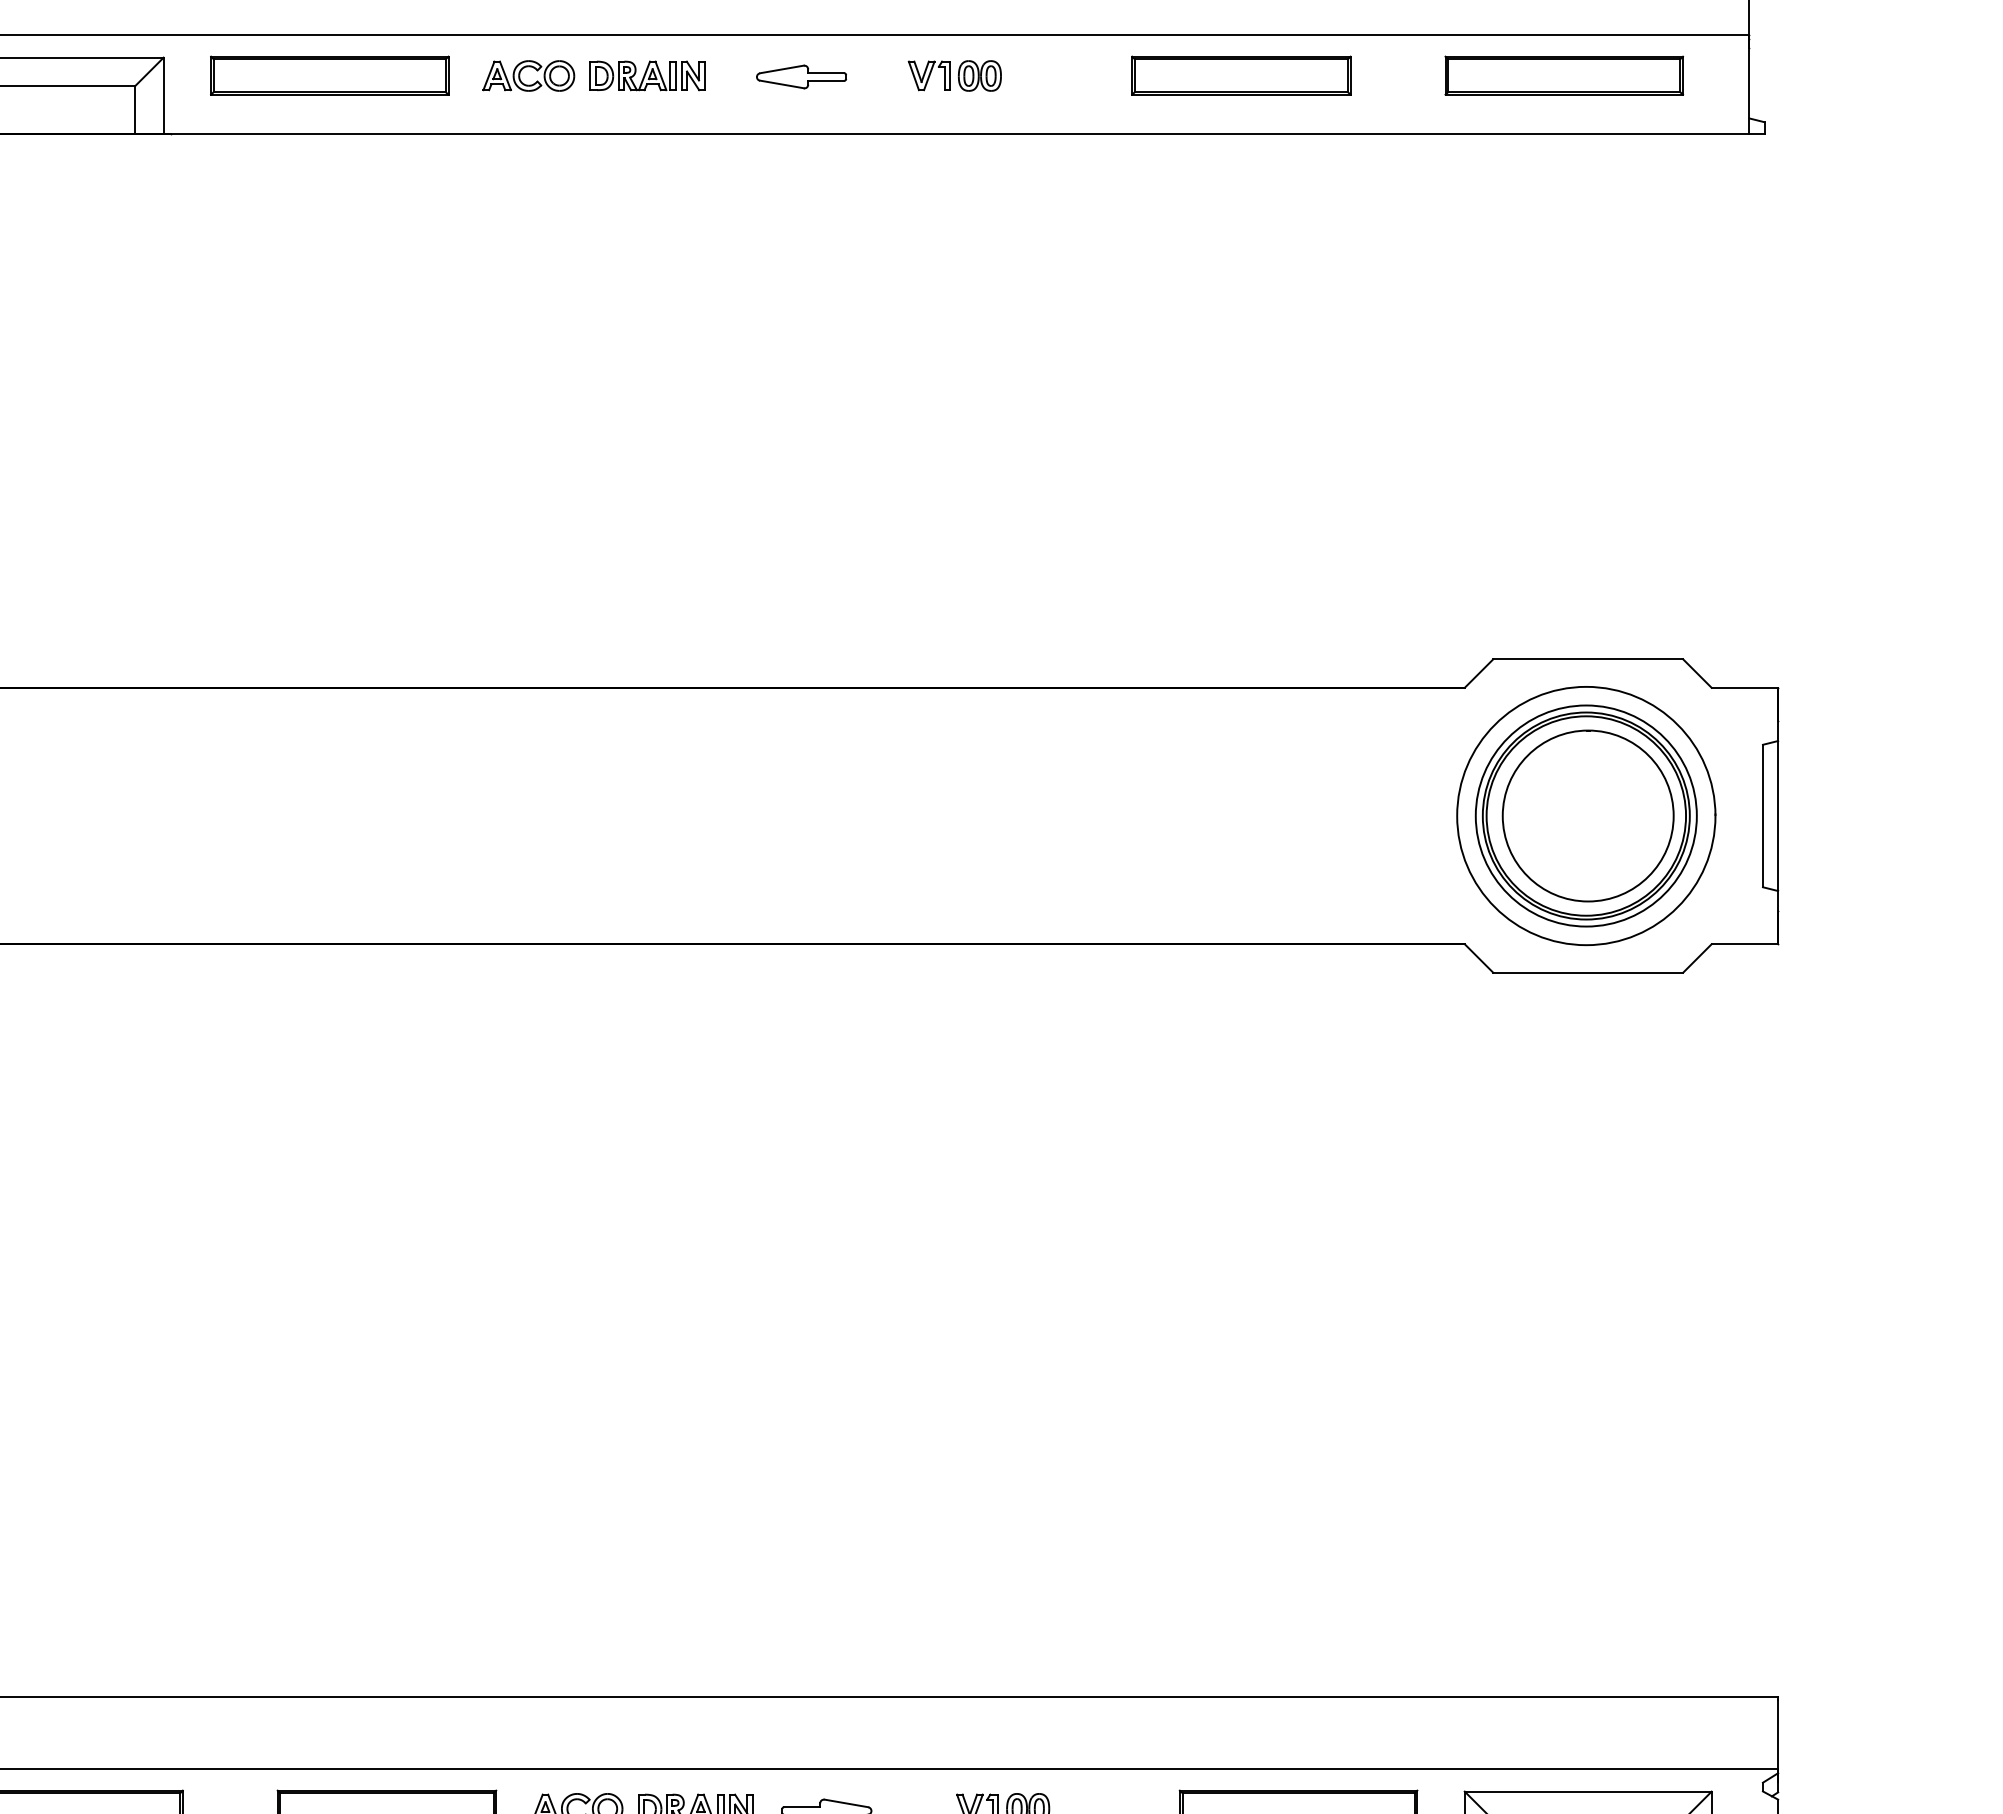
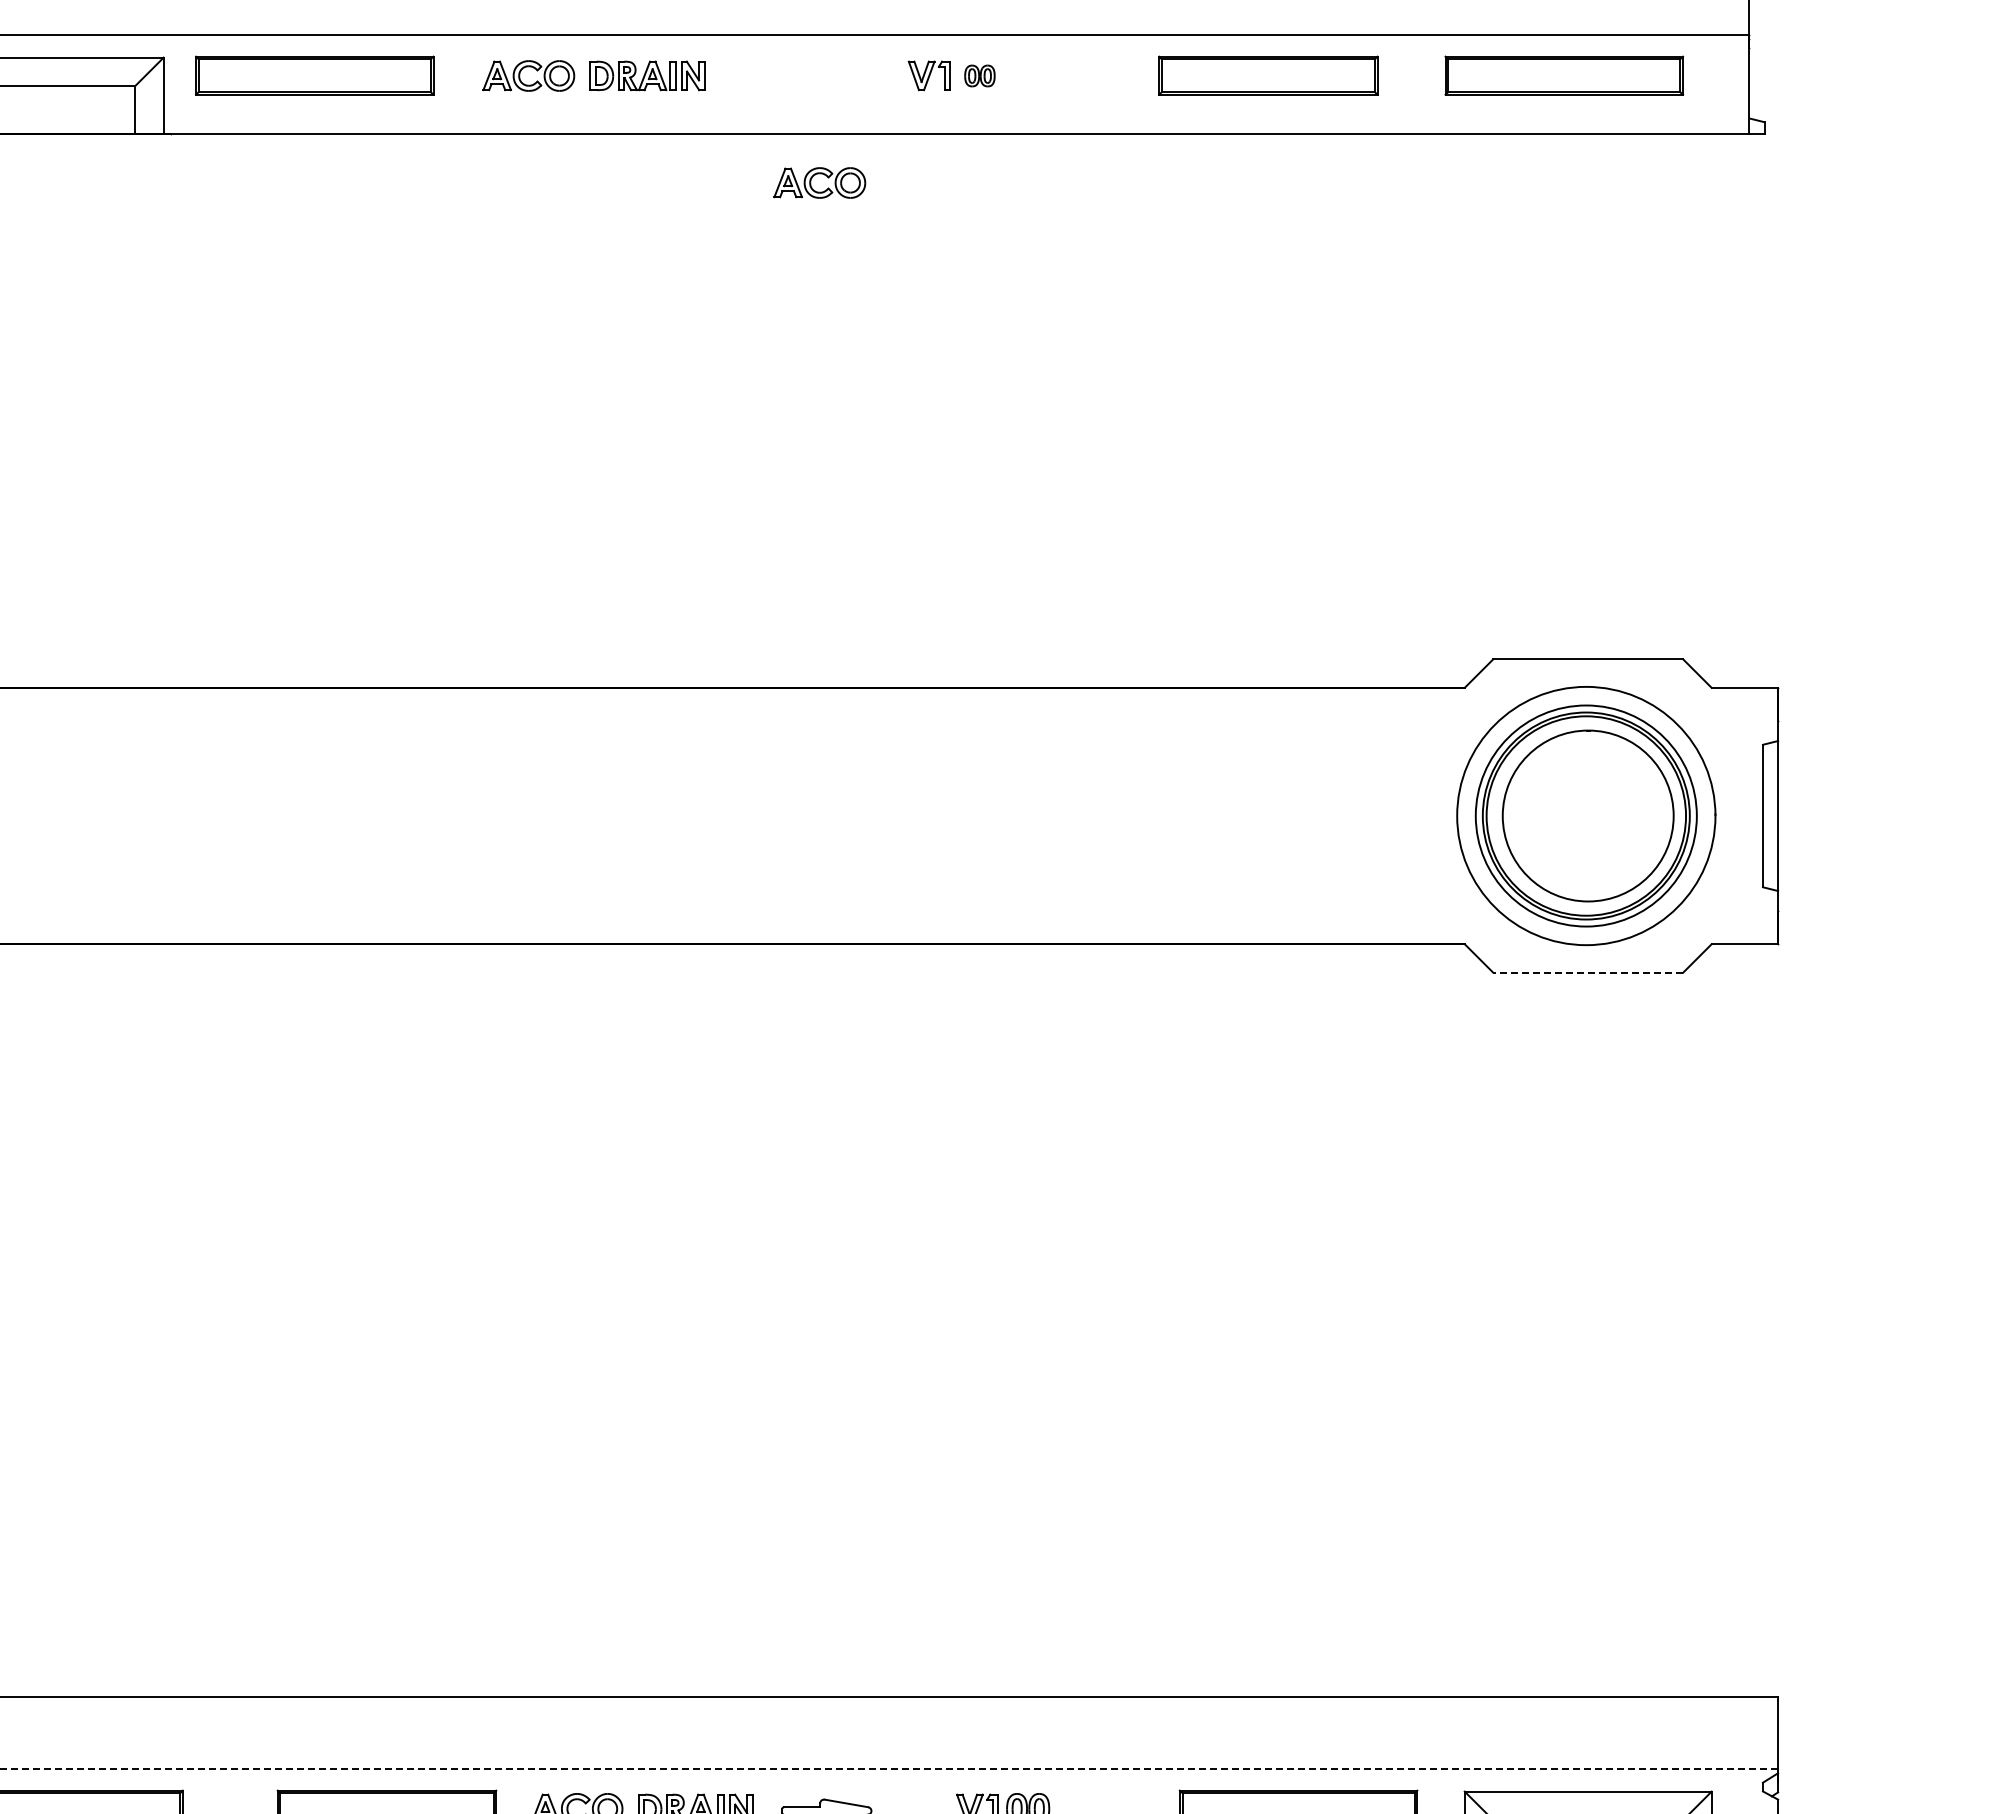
part at (329, 75) position: (329, 75) -> (314, 75)
part at (979, 75) size: 44x32 px -> 32x24 px
part at (1241, 75) position: (1241, 75) -> (1268, 75)
part at (801, 76): present -> none
part at (819, 174): none -> present
line at (1588, 972): solid -> dashed
line at (889, 1768): solid -> dashed
